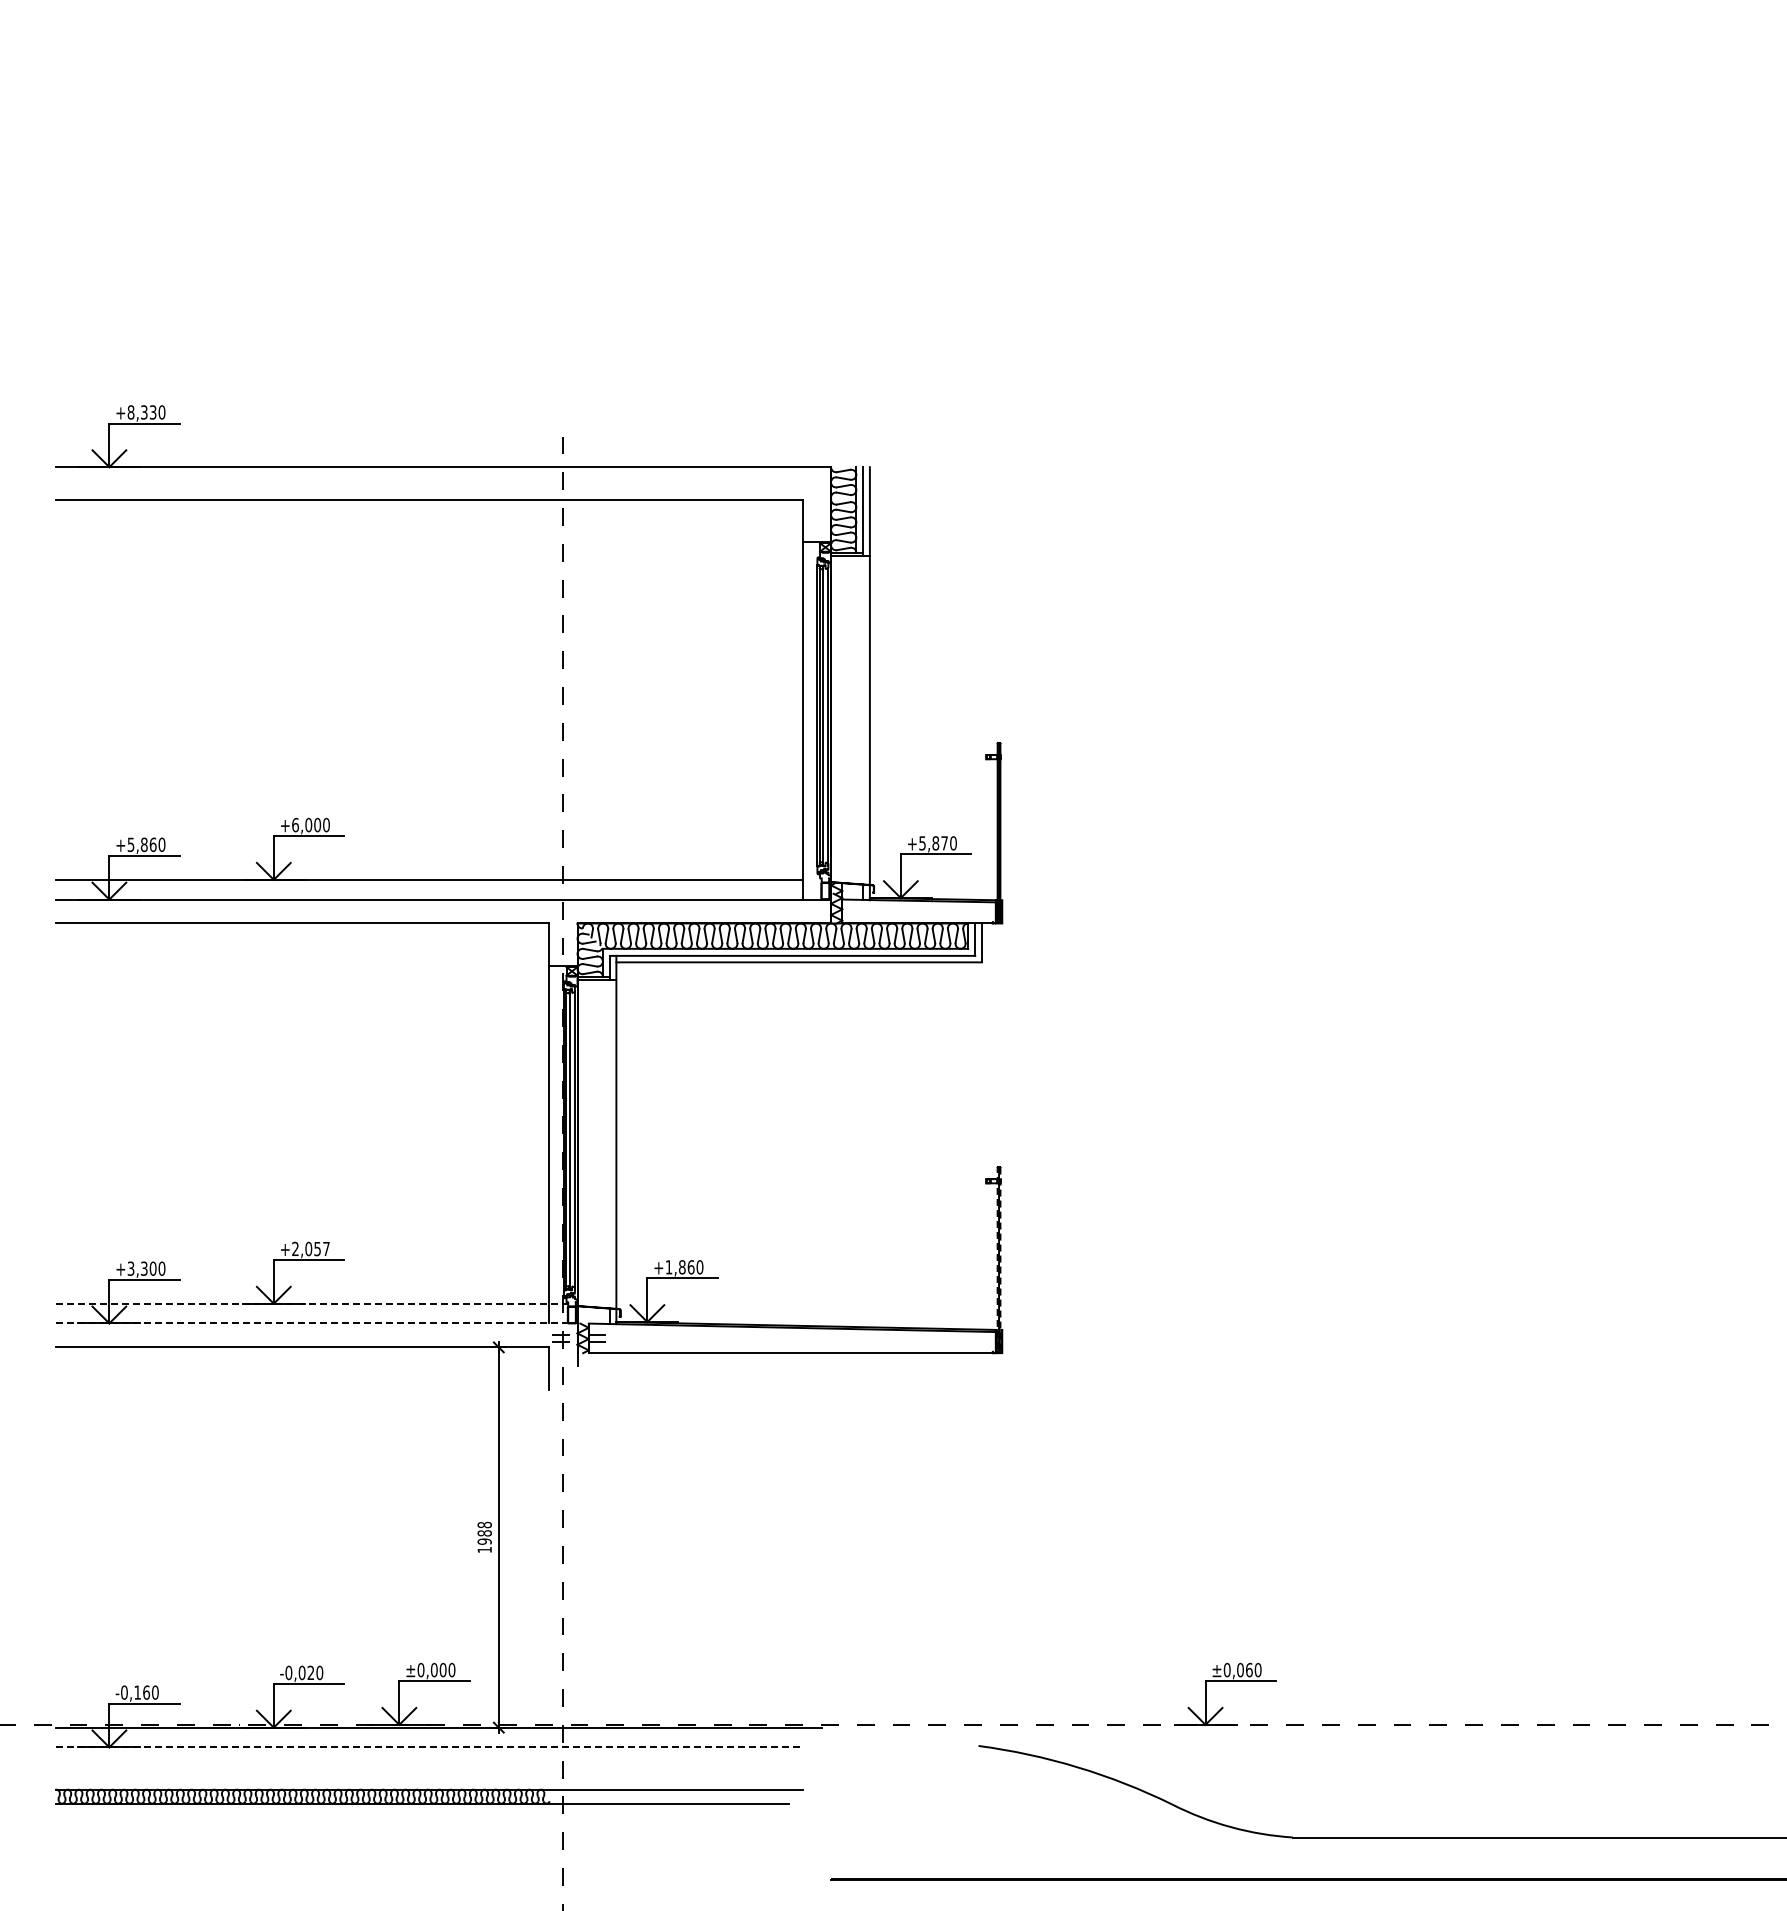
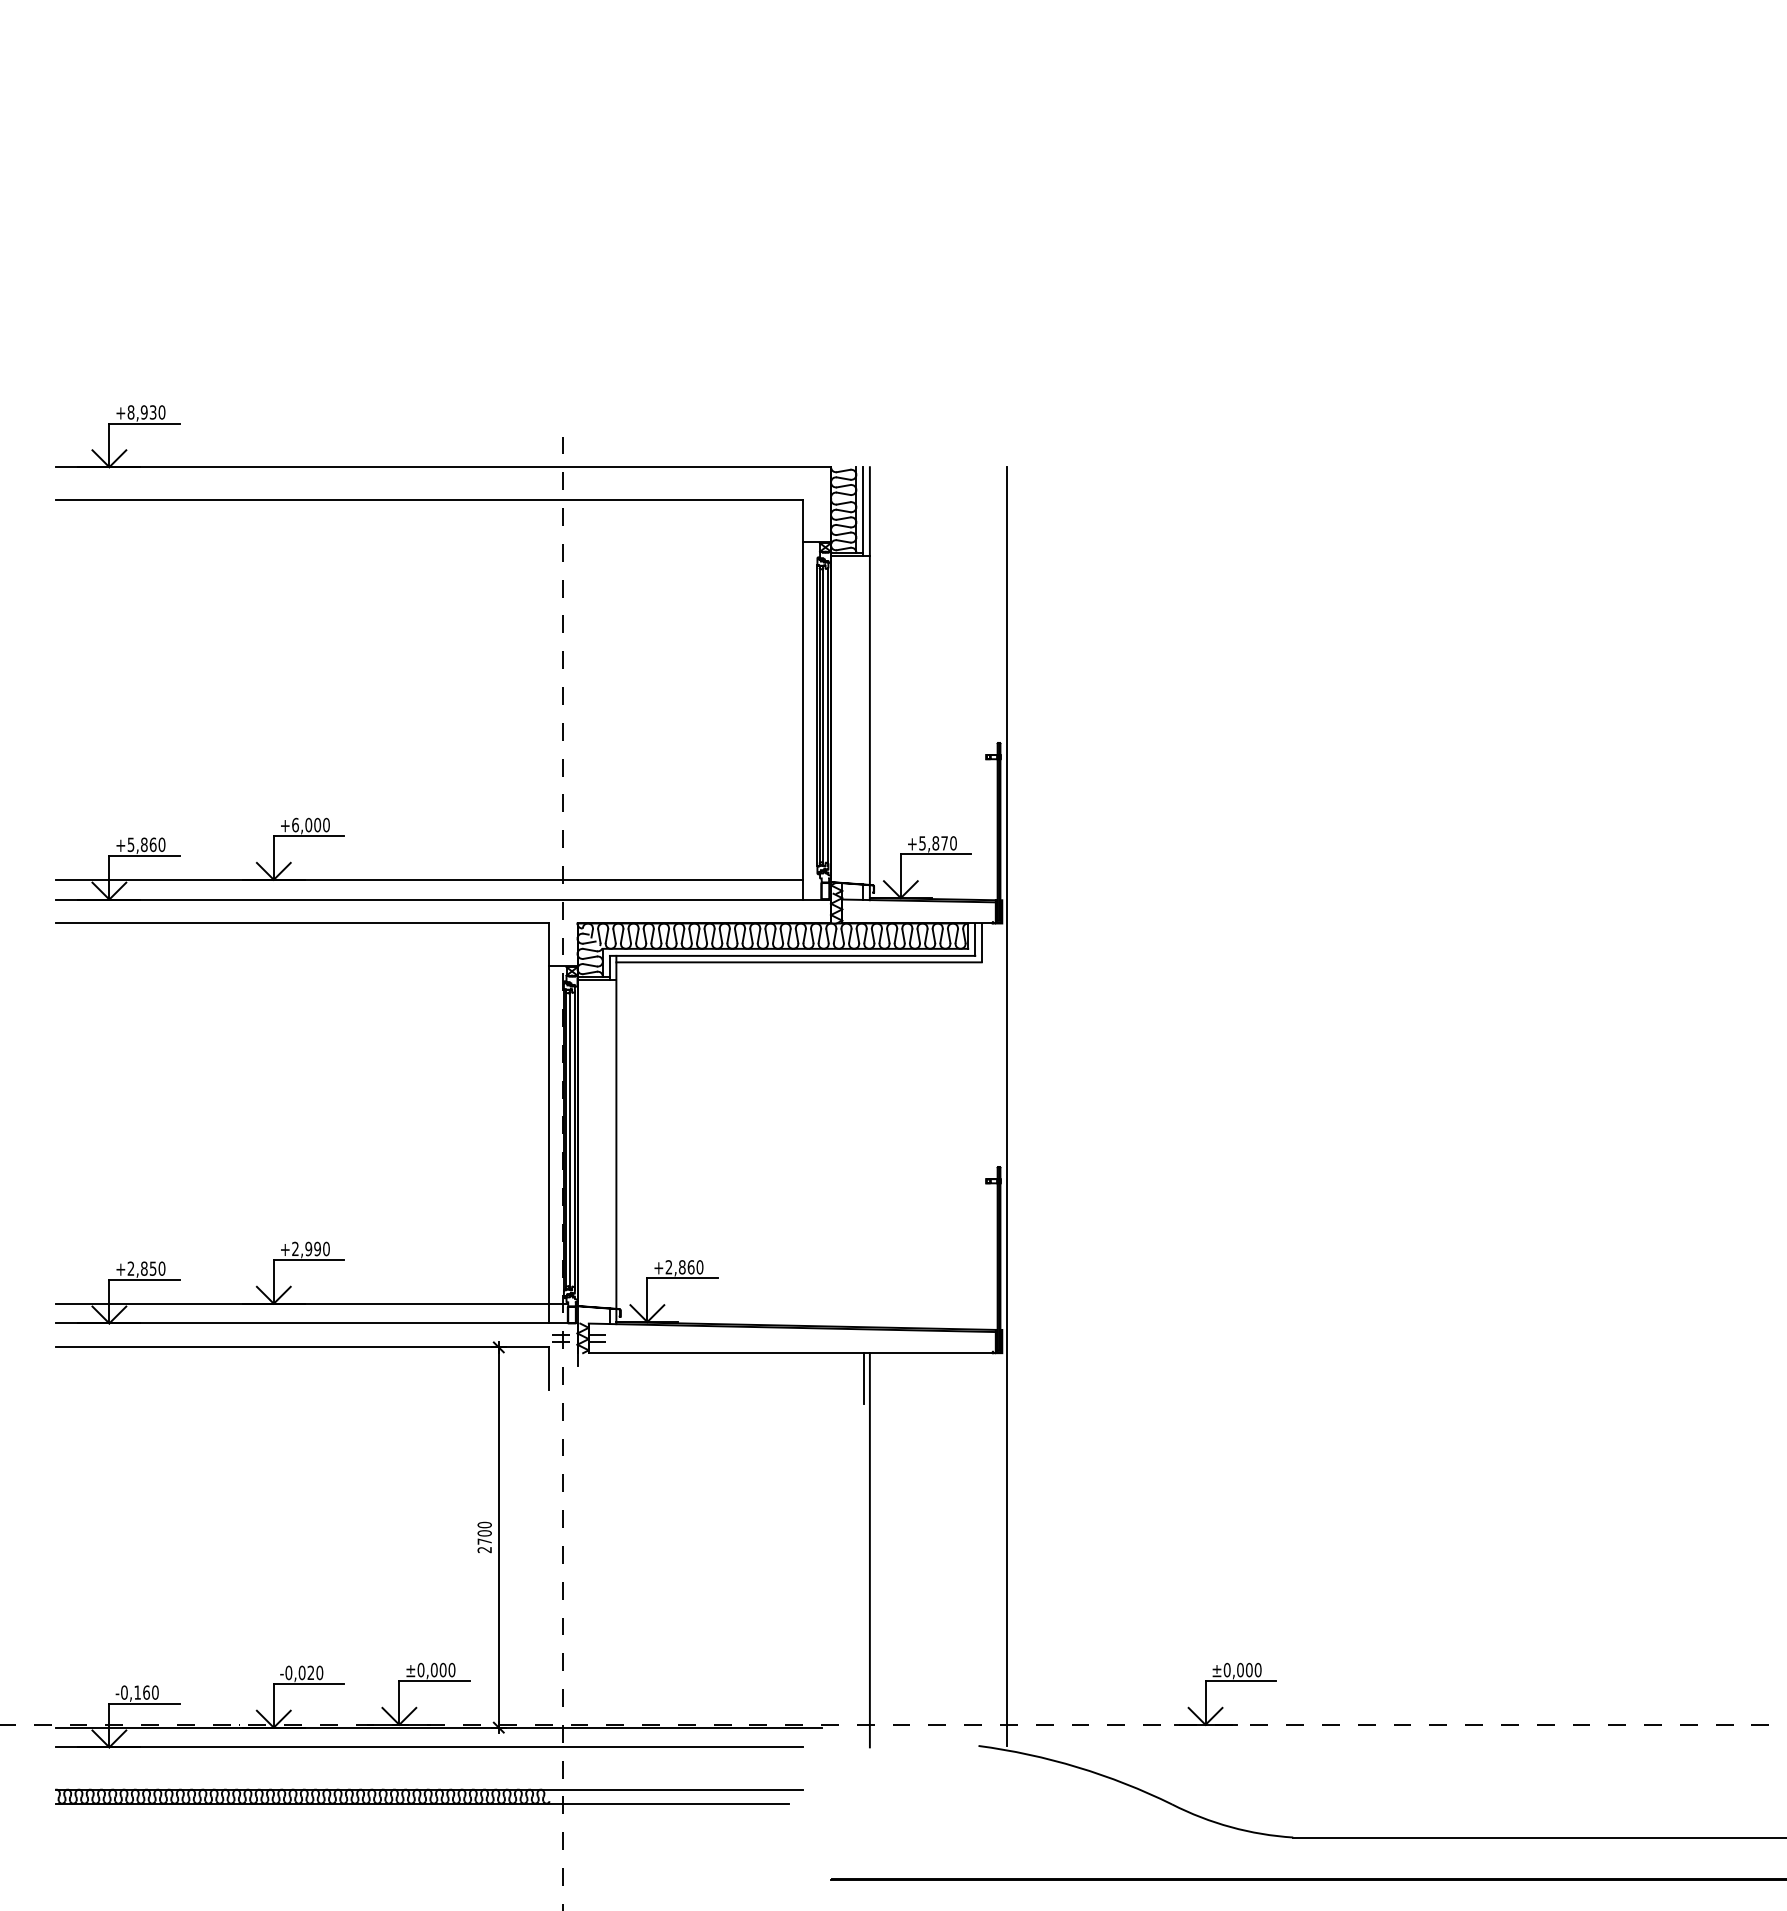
text at (143, 412): +8,330 -> +8,930
line at (1007, 1106): none -> present
text at (317, 1248): +2,057 -> +2,990
text at (668, 1267): +1,860 -> +2,860
text at (141, 1268): +3,300 -> +2,850
line at (312, 1303): dashed -> solid
line at (316, 1323): dashed -> solid
line at (998, 1350): dashed -> solid
line at (864, 1378): none -> present
text at (484, 1537): 1988 -> 2700
line at (869, 1550): none -> present
text at (1249, 1669): ±0,060 -> ±0,000
line at (429, 1747): dashed -> solid
